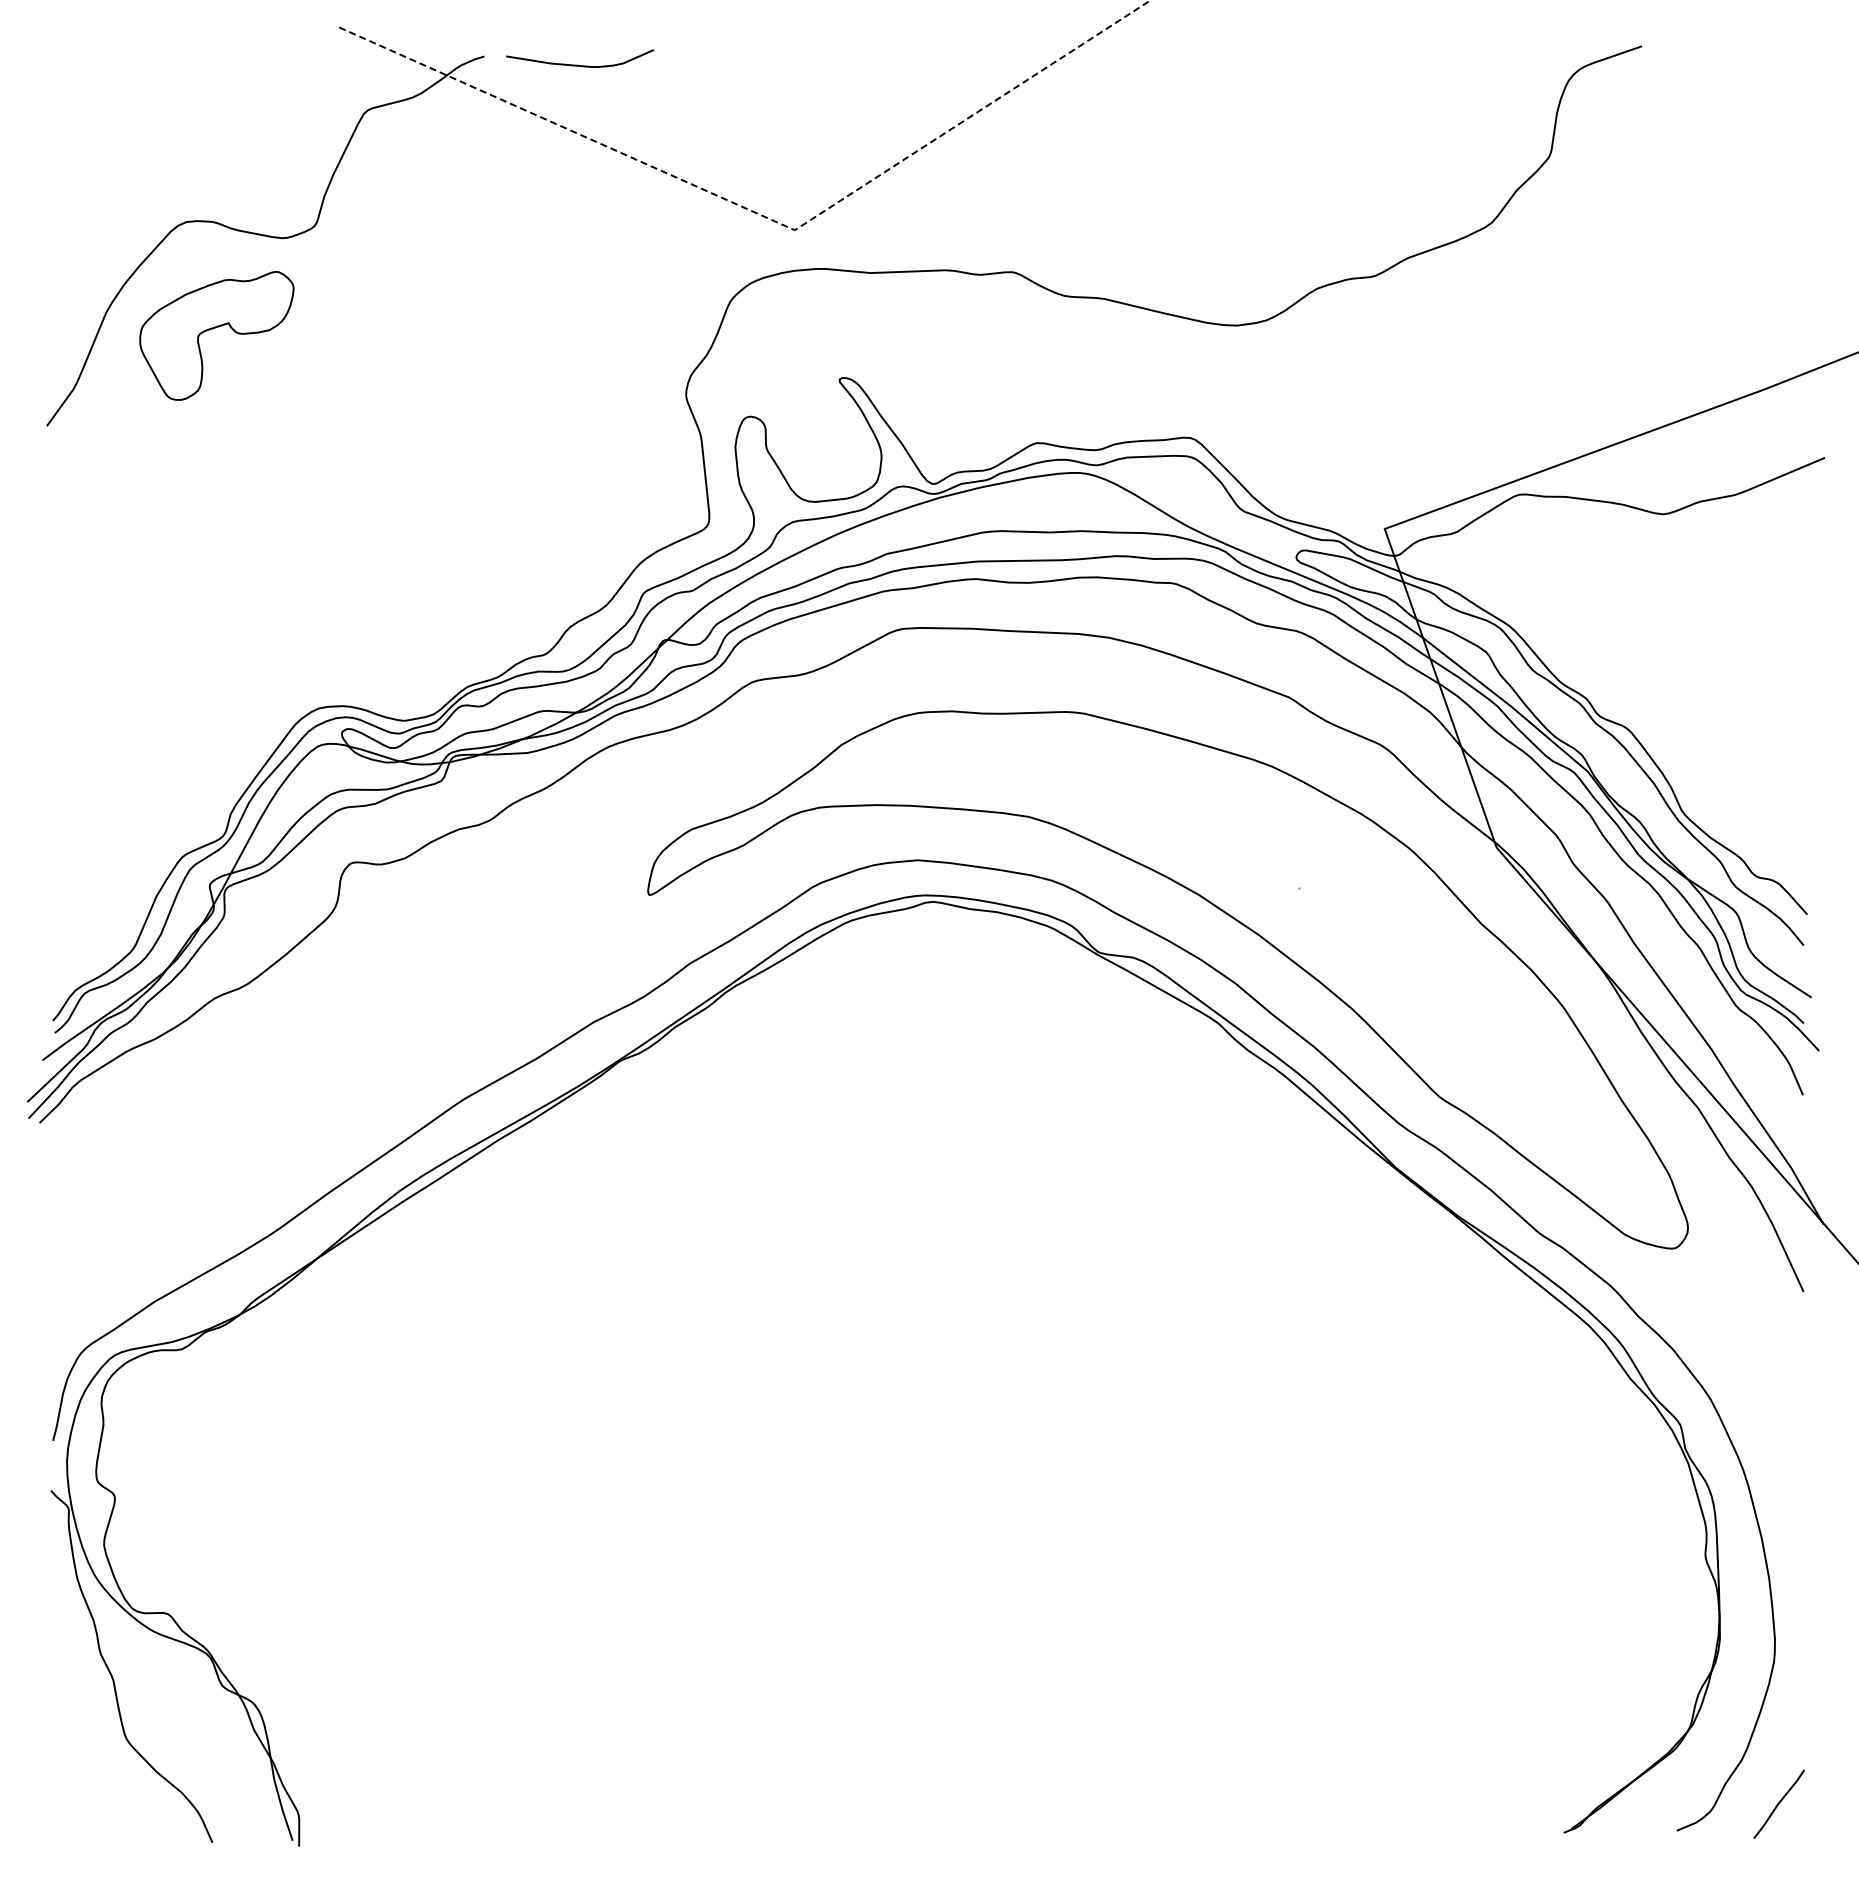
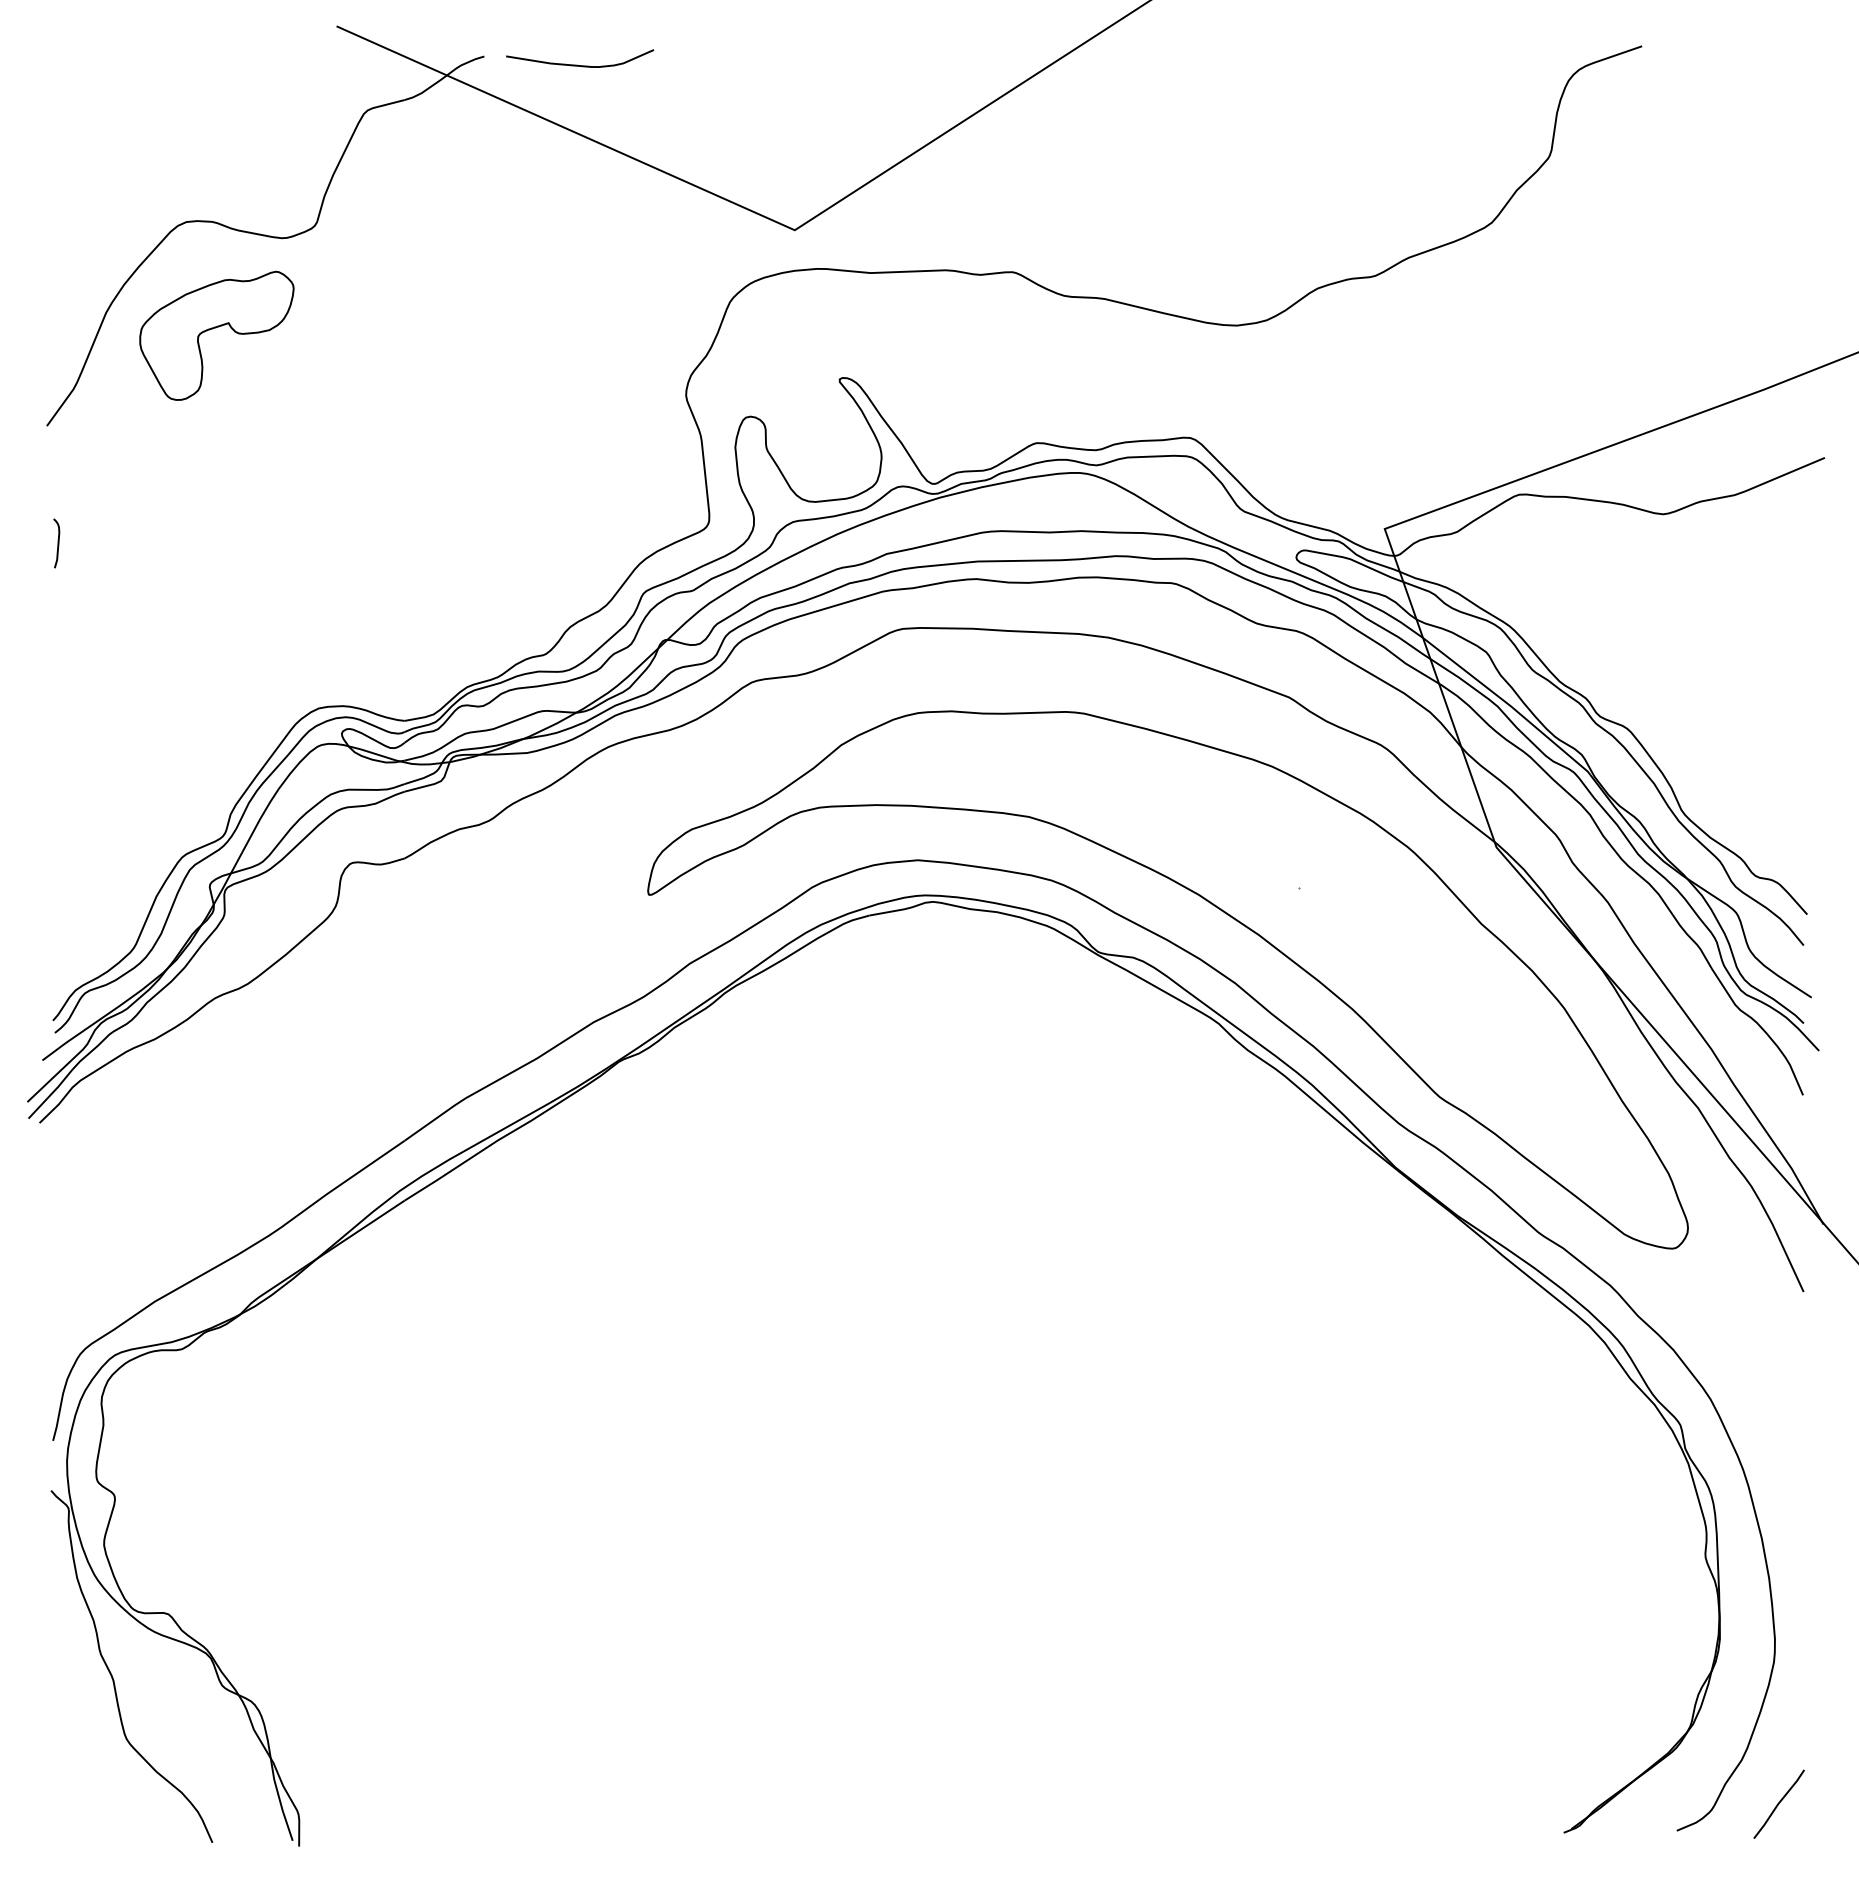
line at (759, 214): dashed -> solid
curve at (57, 543): none -> present
